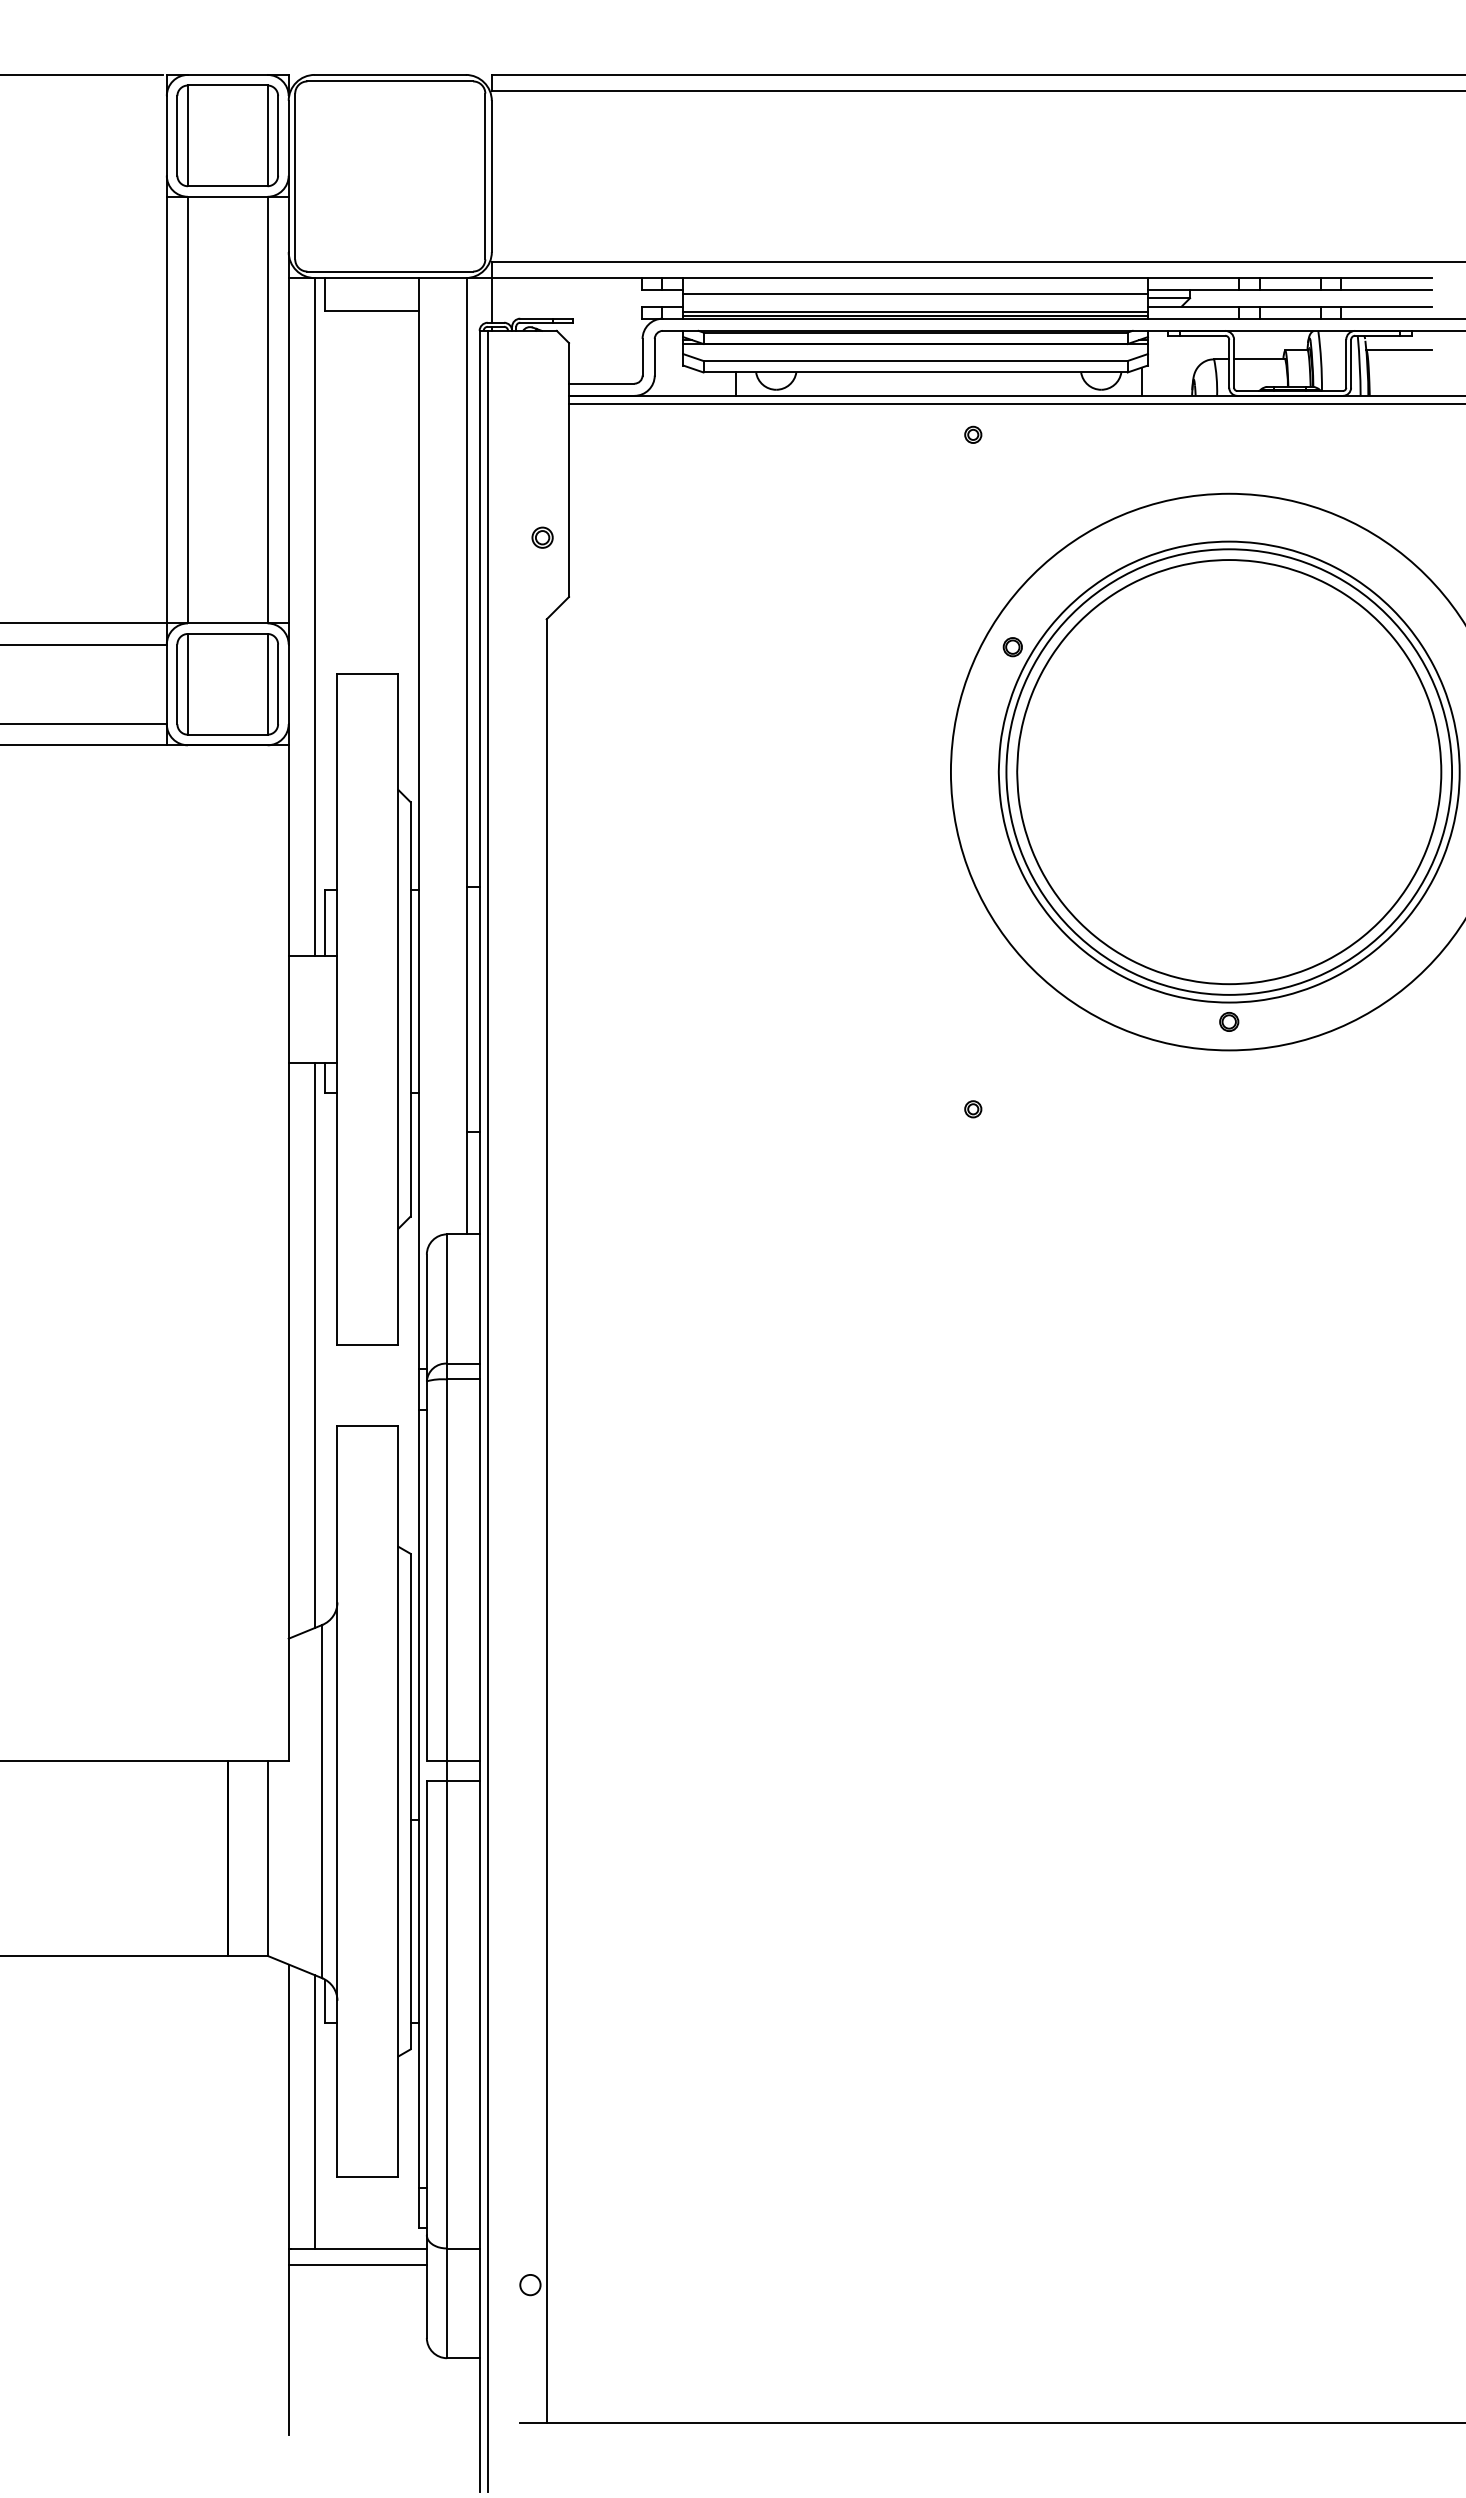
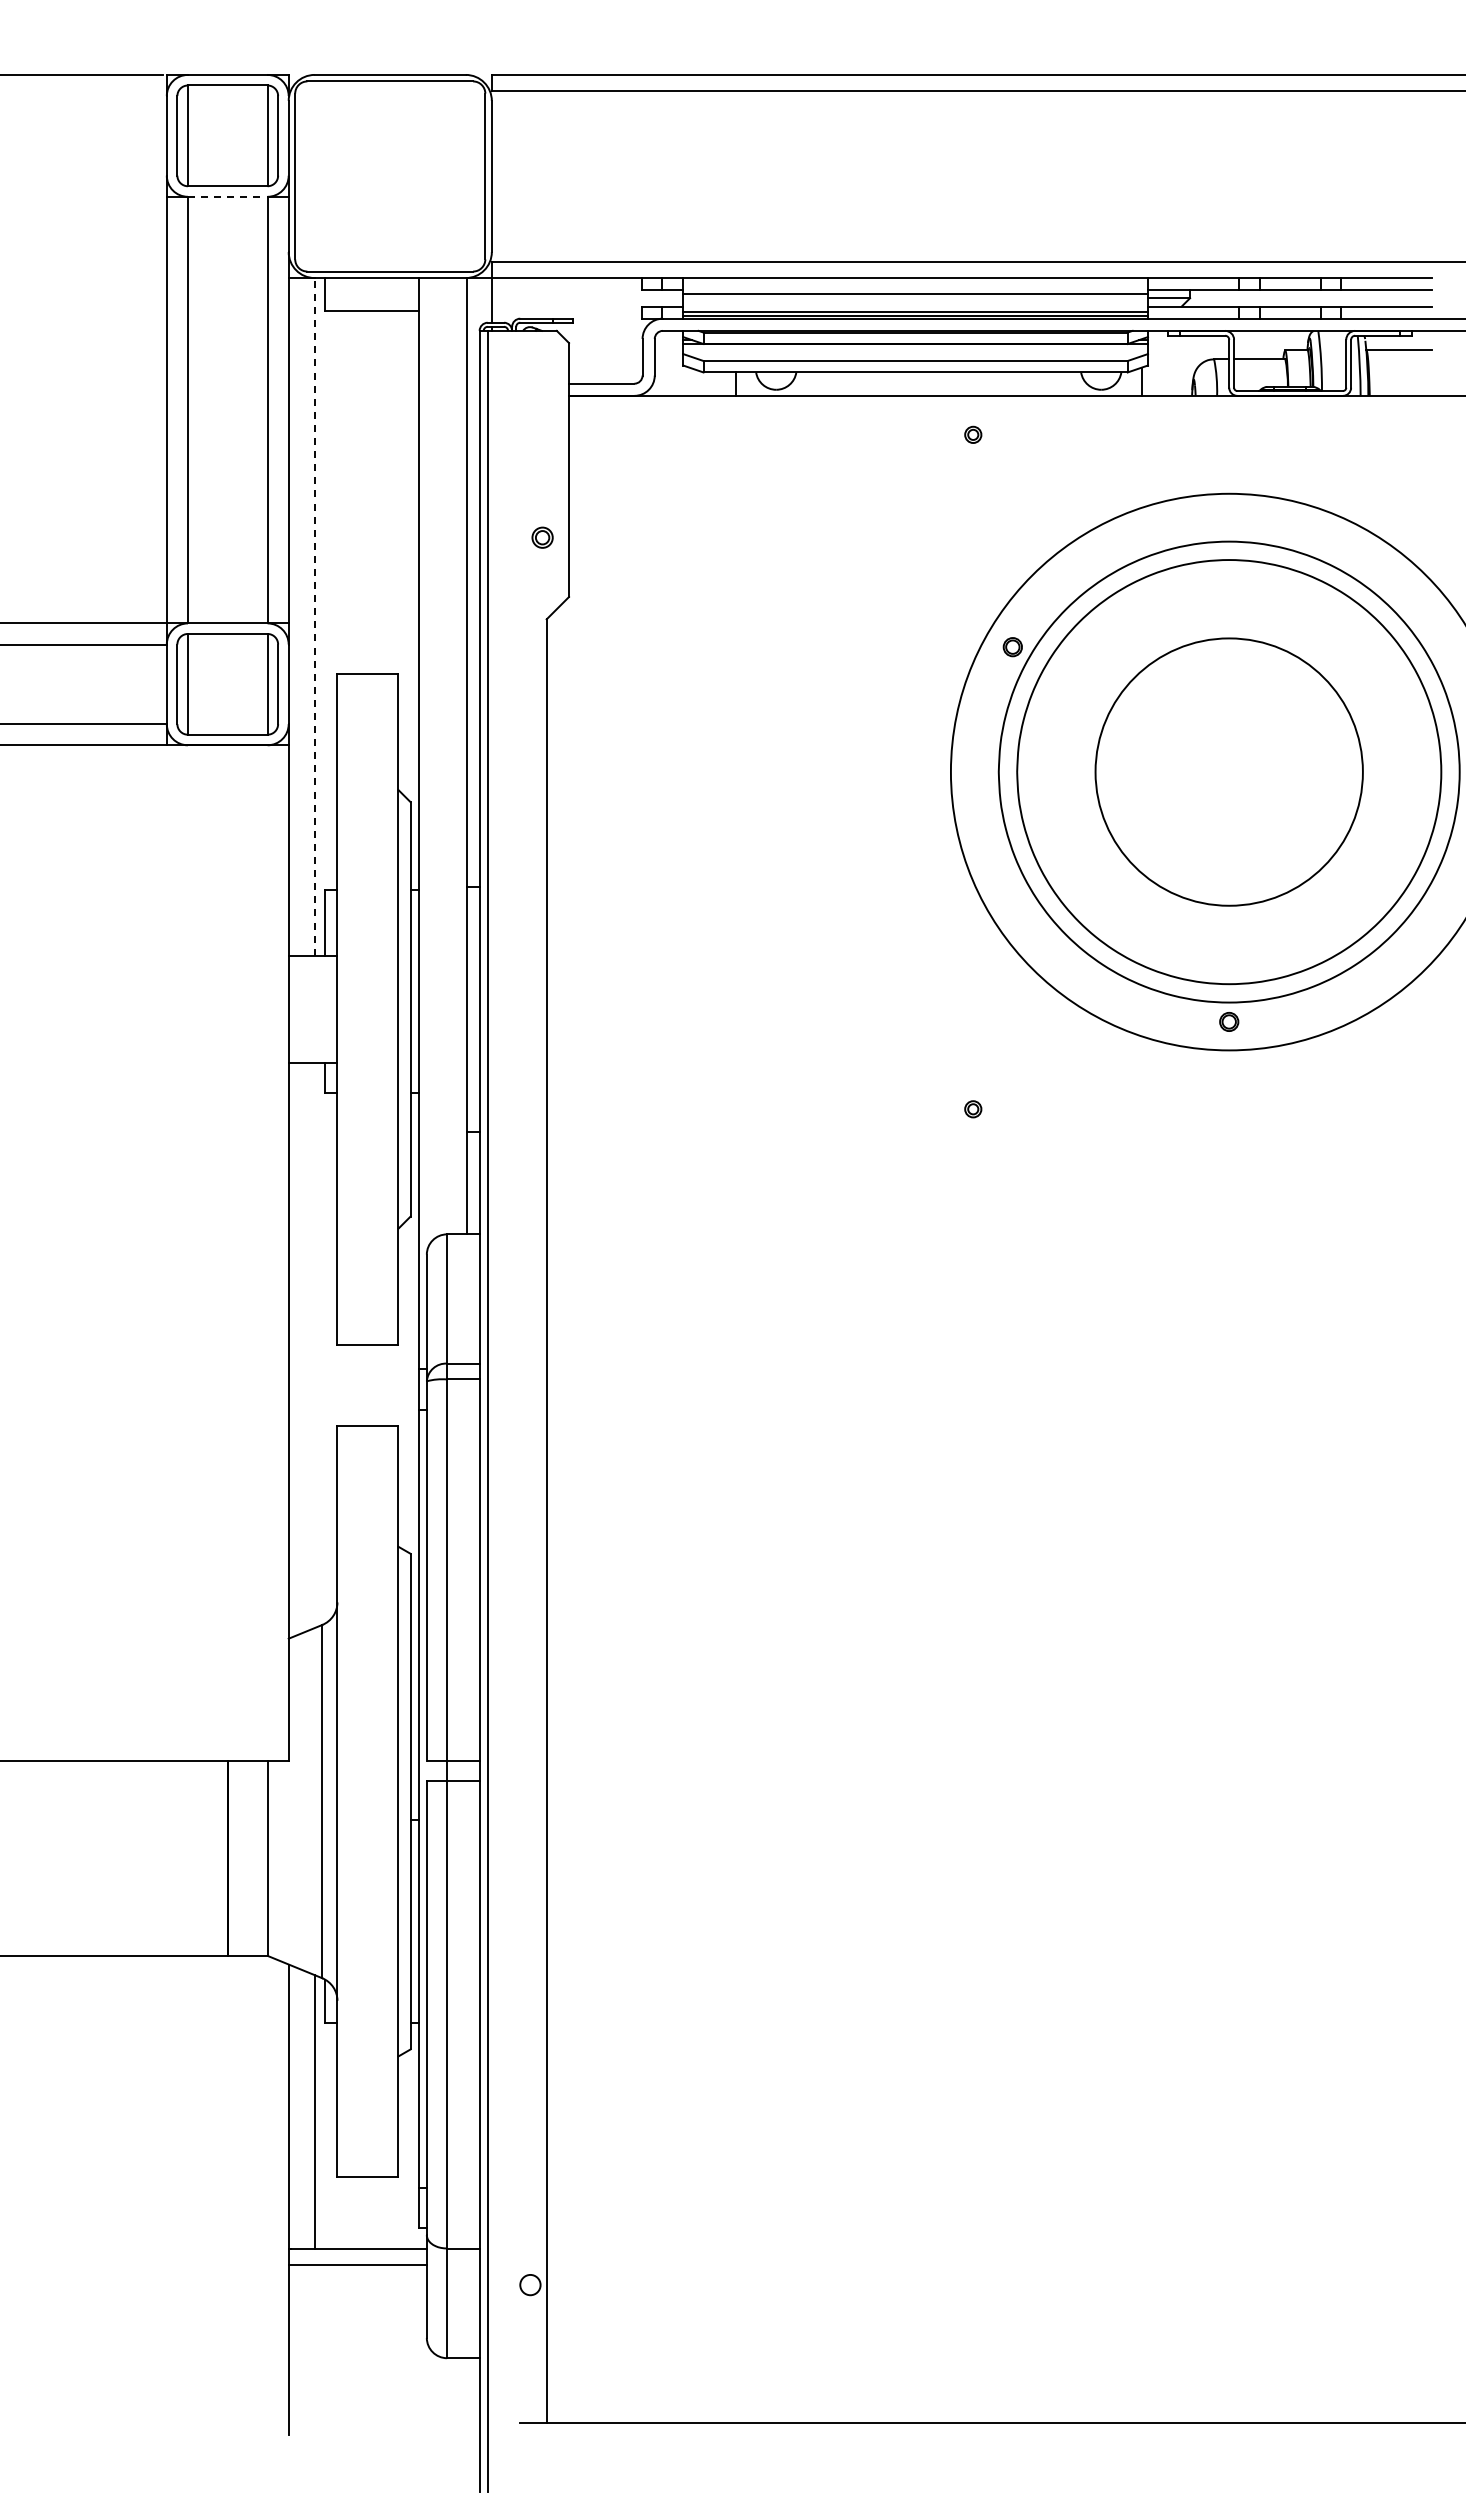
line at (227, 196): solid -> dashed
line at (1015, 404): present -> none
line at (314, 616): solid -> dashed
circle at (1229, 771) diameter: 446 px -> 267 px
line at (314, 1345): present -> none
